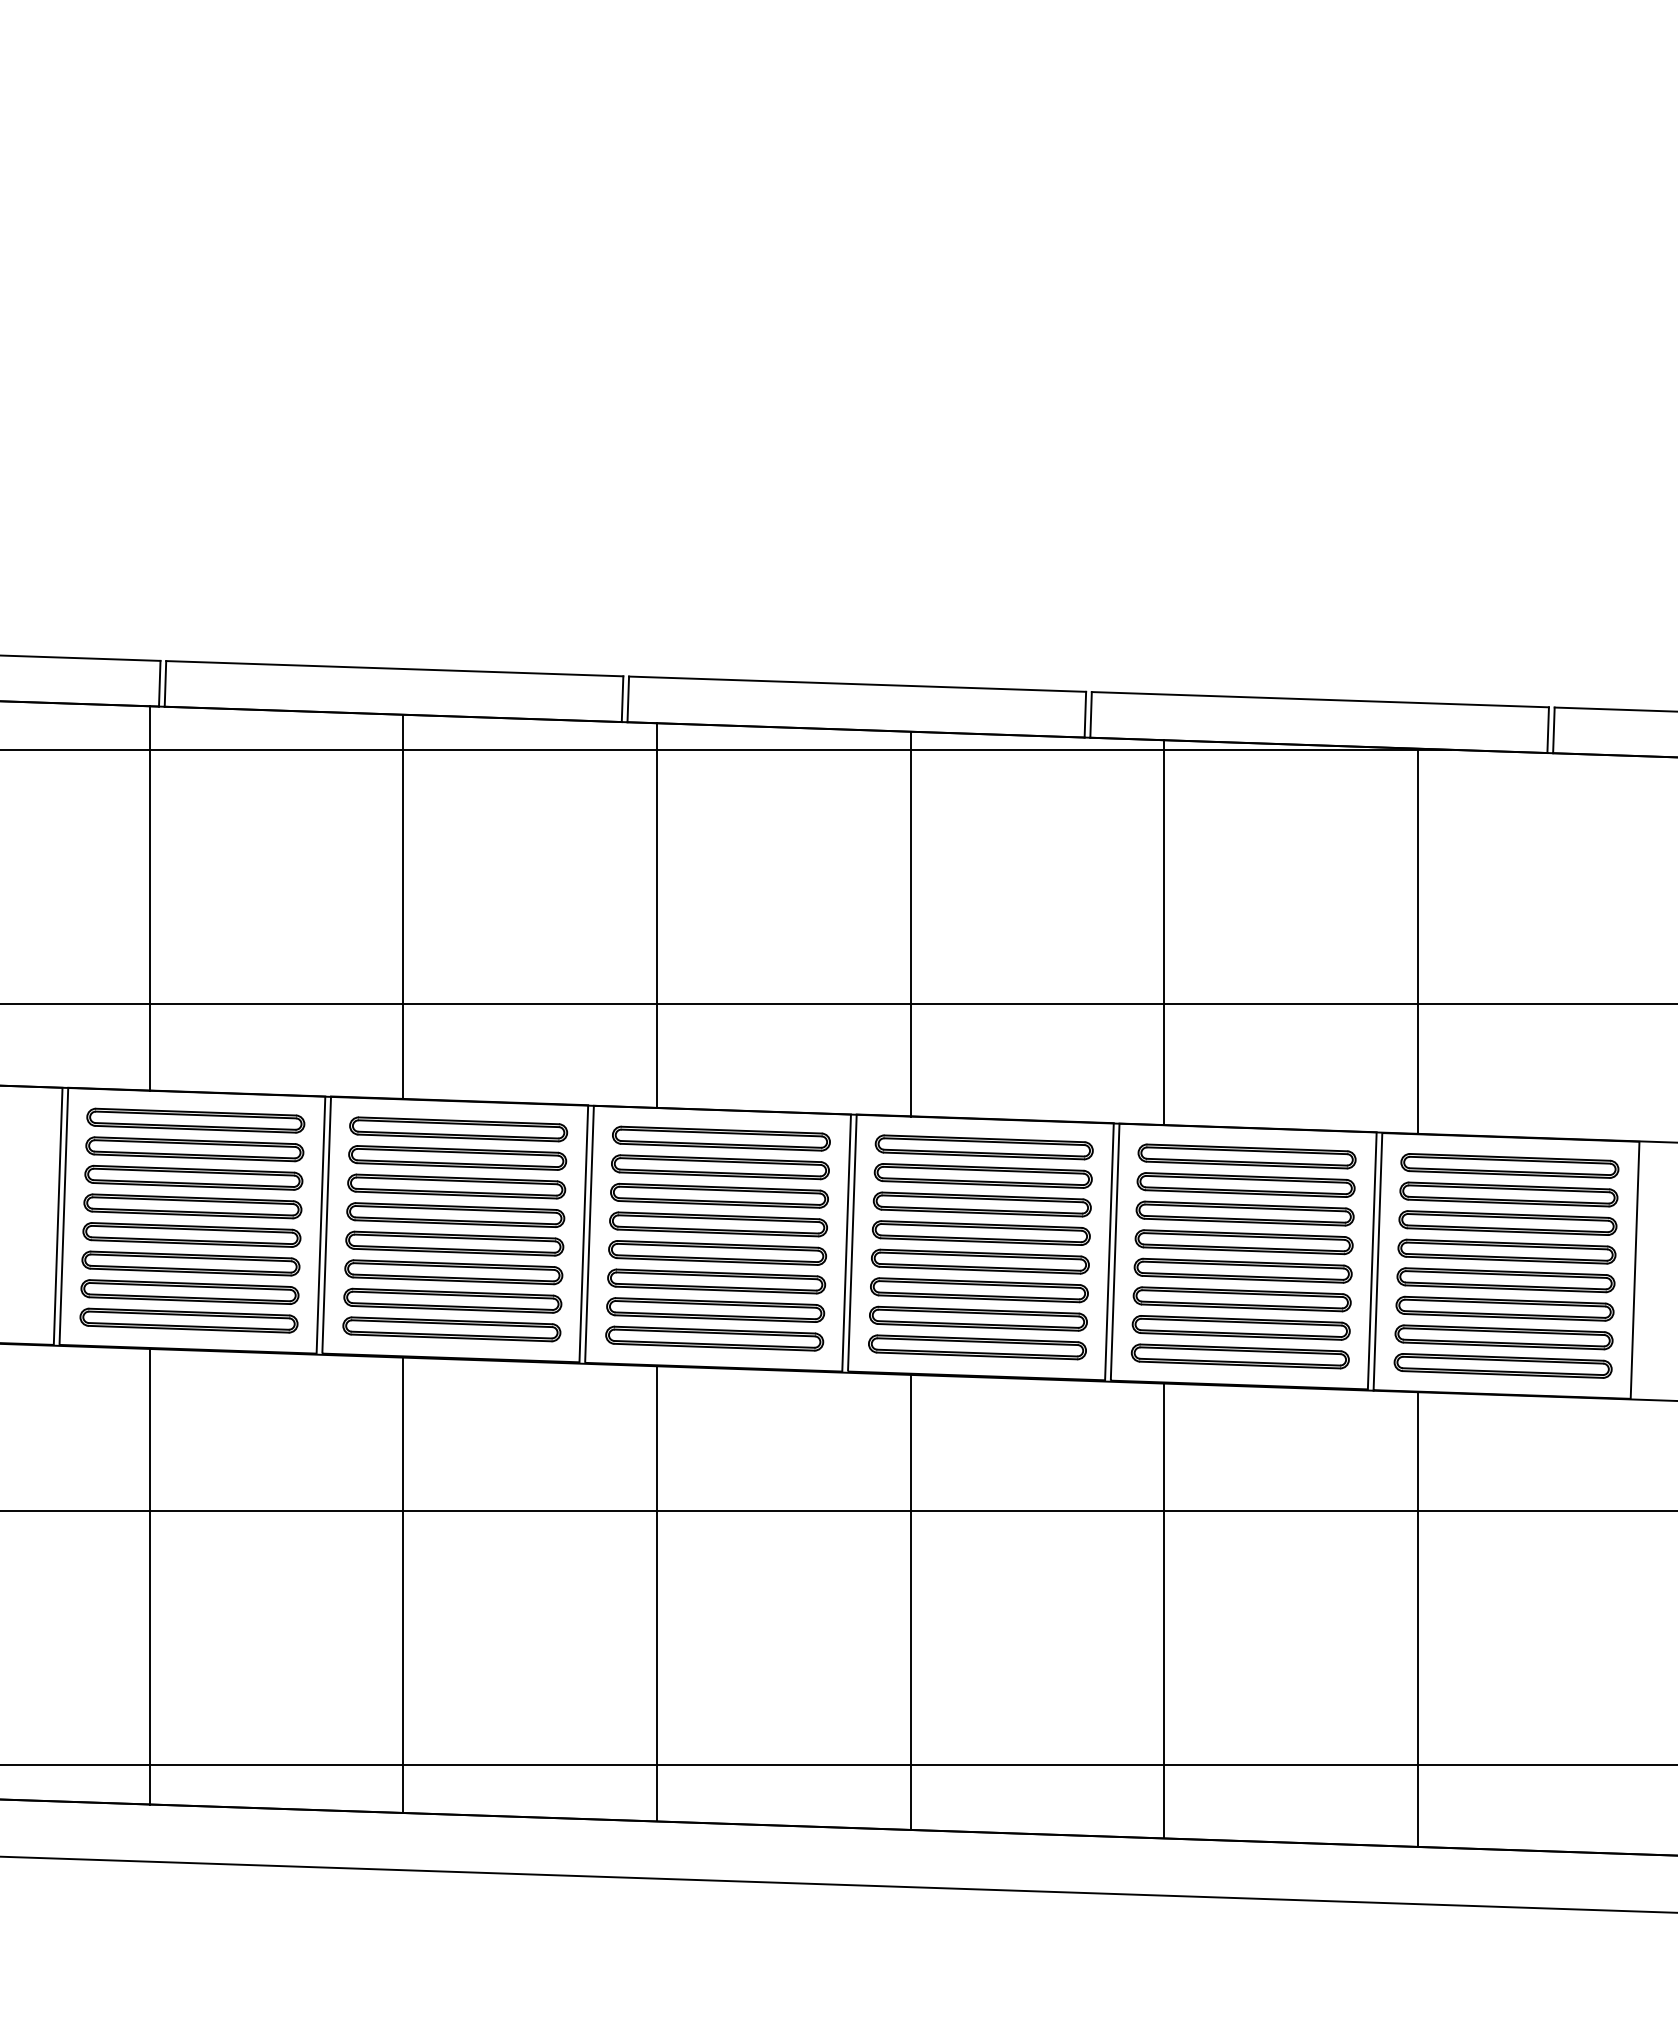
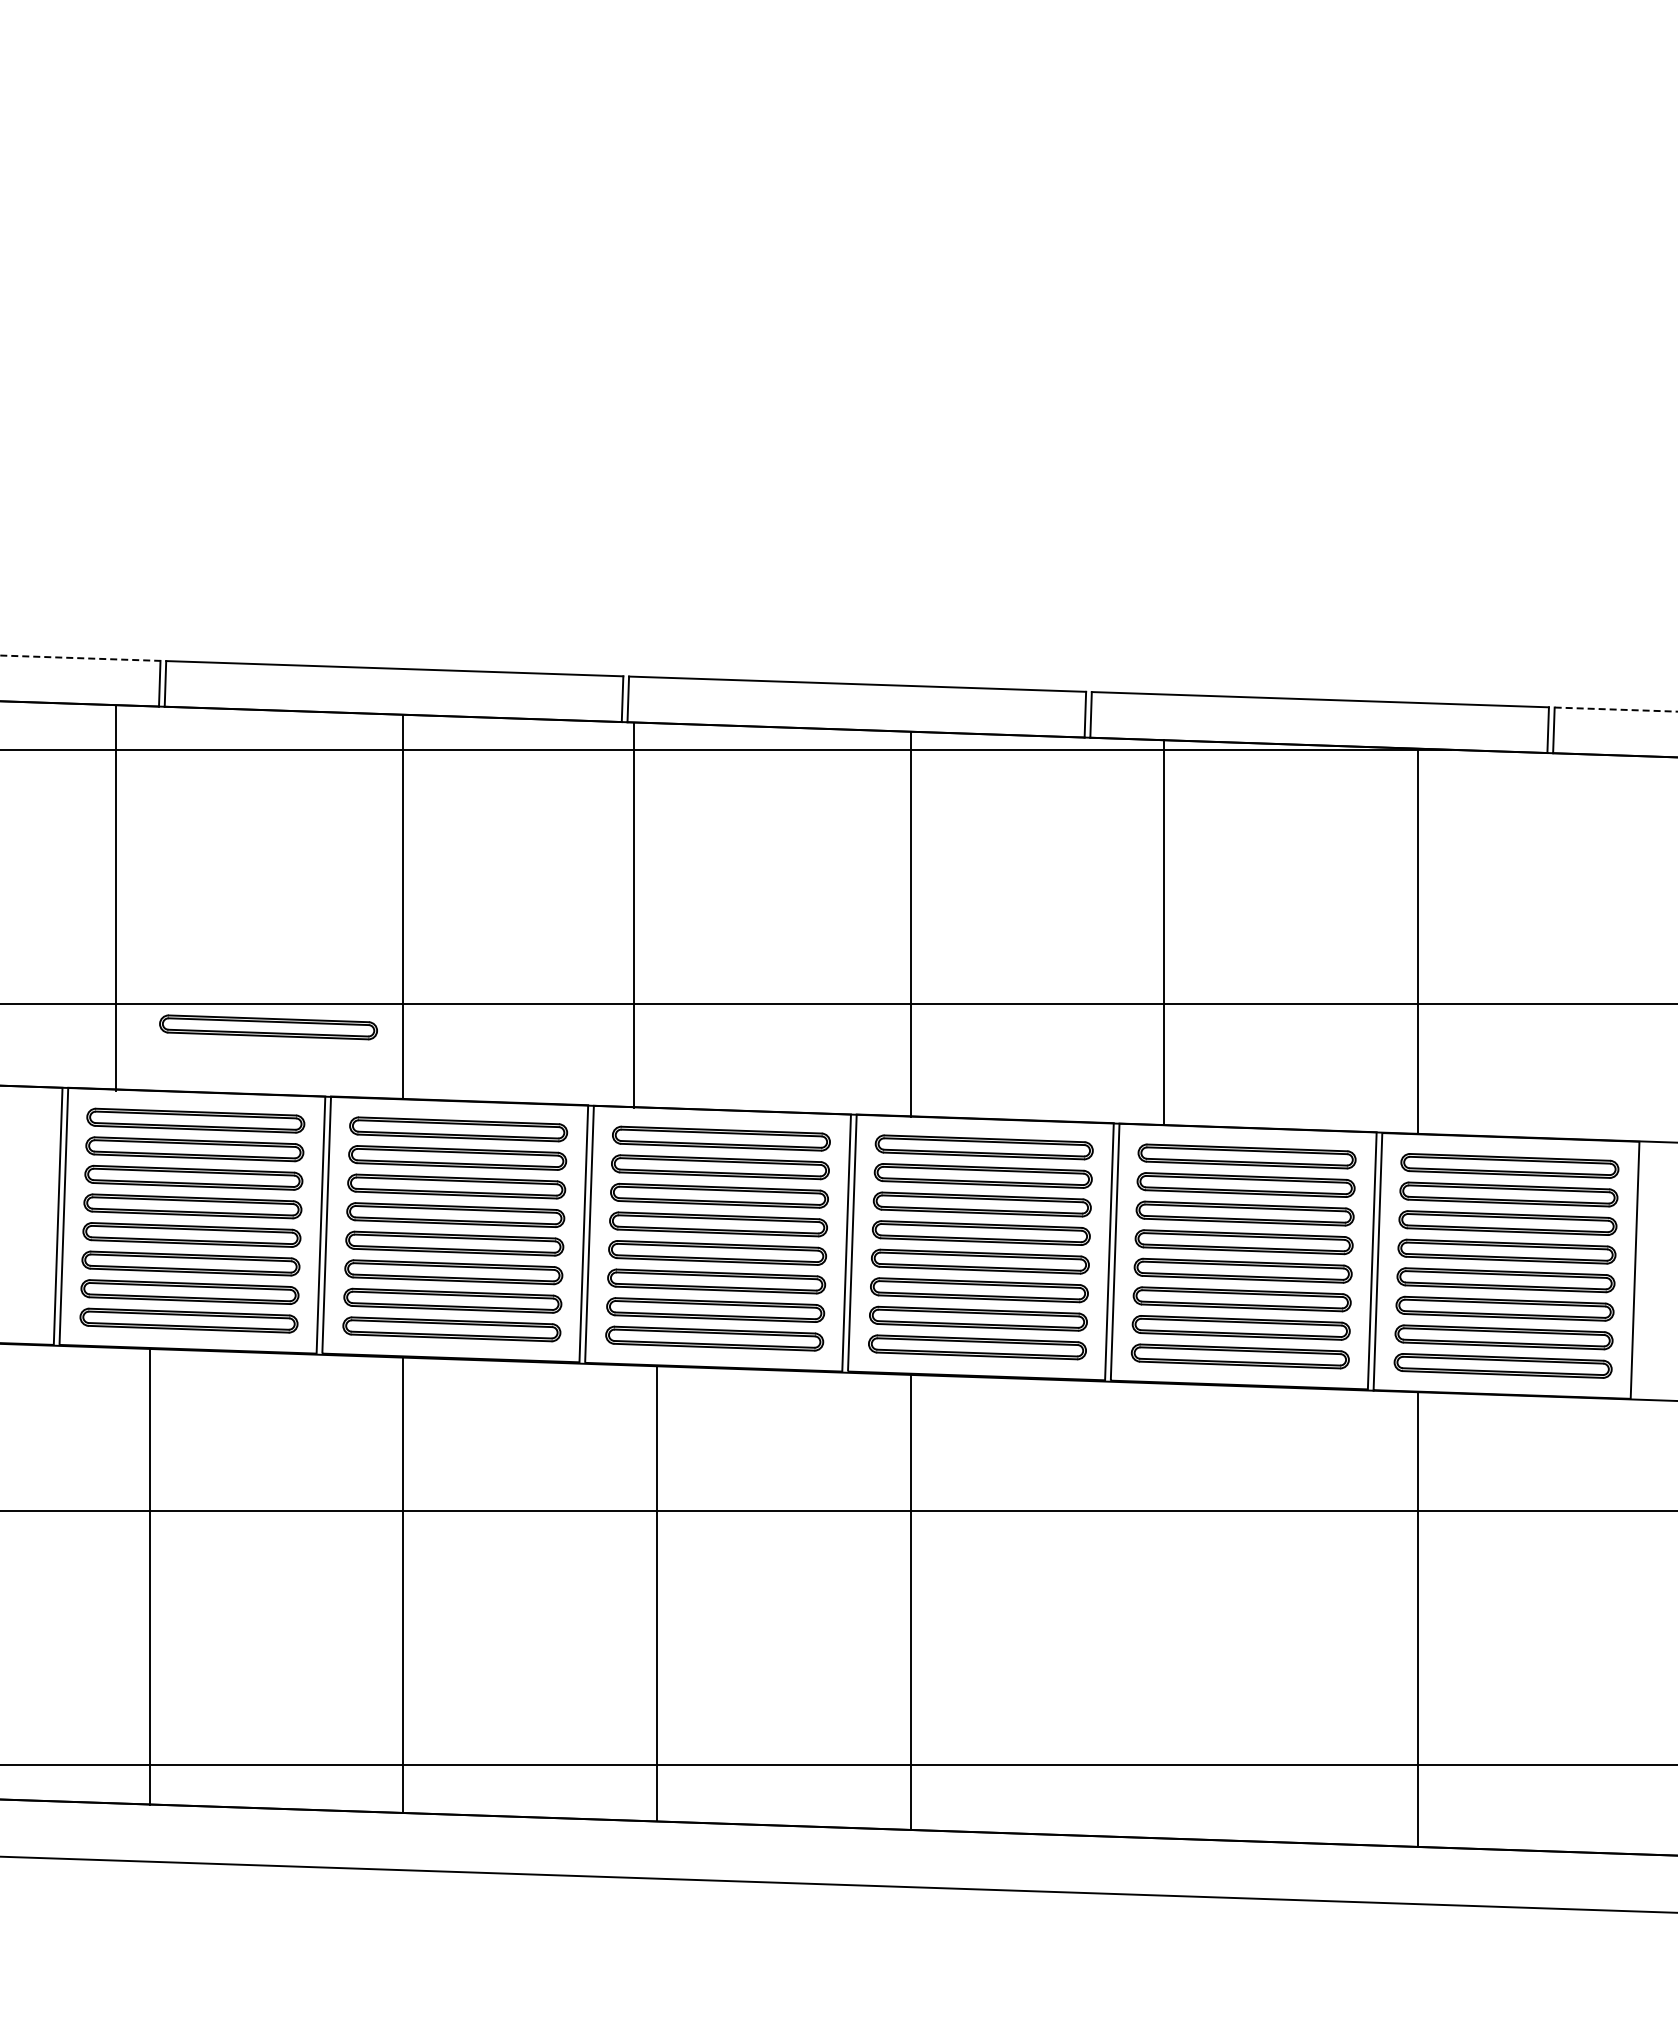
line at (80, 658): solid -> dashed
line at (1616, 709): solid -> dashed
line at (149, 898) position: (149, 898) -> (115, 898)
line at (657, 915) position: (657, 915) -> (634, 915)
part at (268, 1027): none -> present
line at (1164, 1610): present -> none
